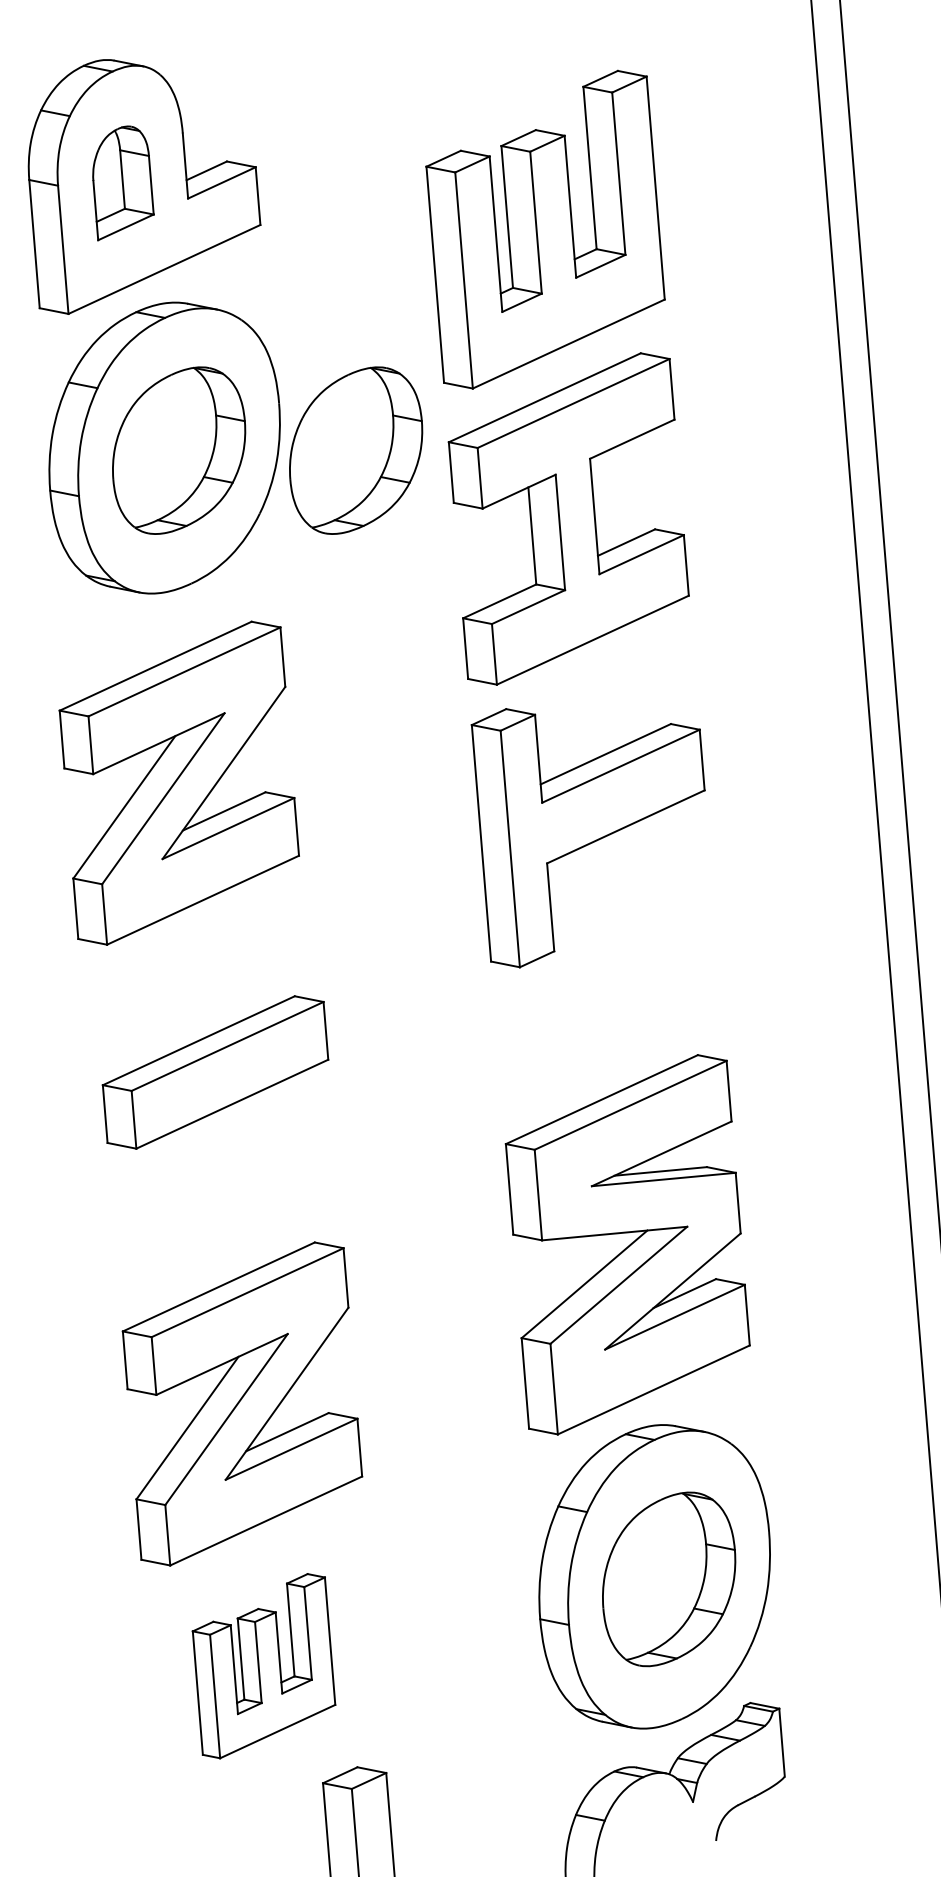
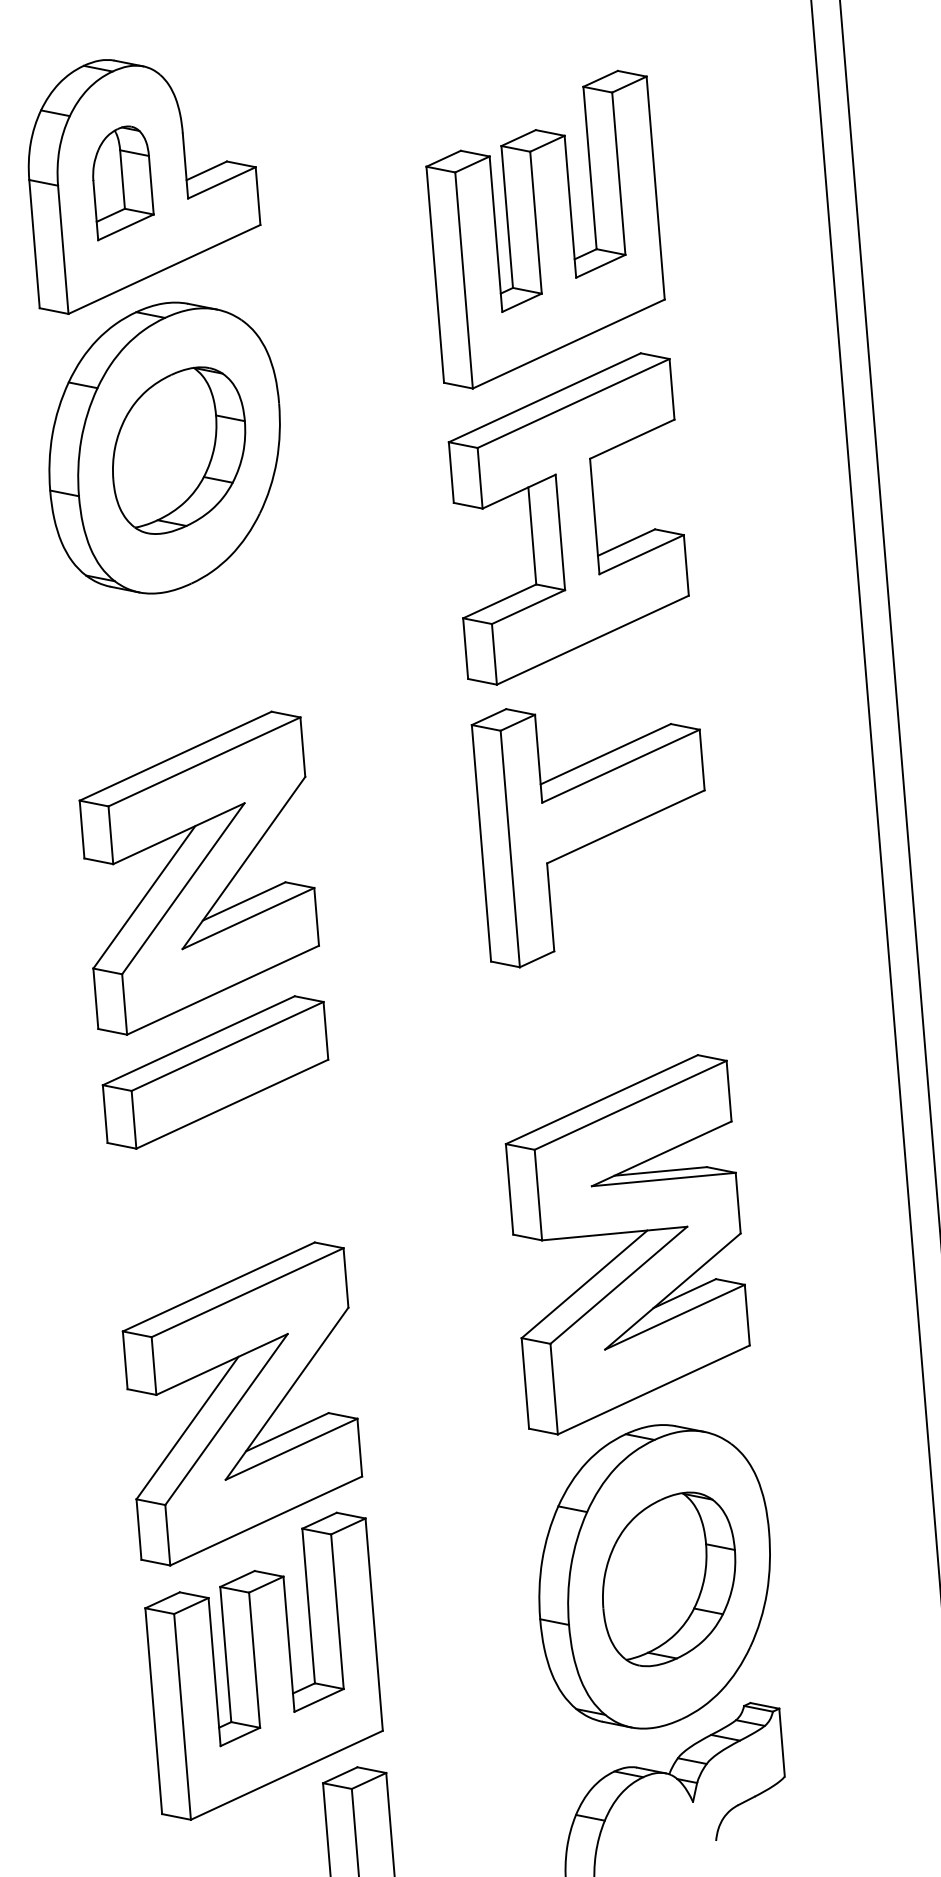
part at (356, 450): present -> none
part at (178, 782) position: (178, 782) -> (198, 872)
part at (263, 1666) size: 146x187 px -> 240x310 px
